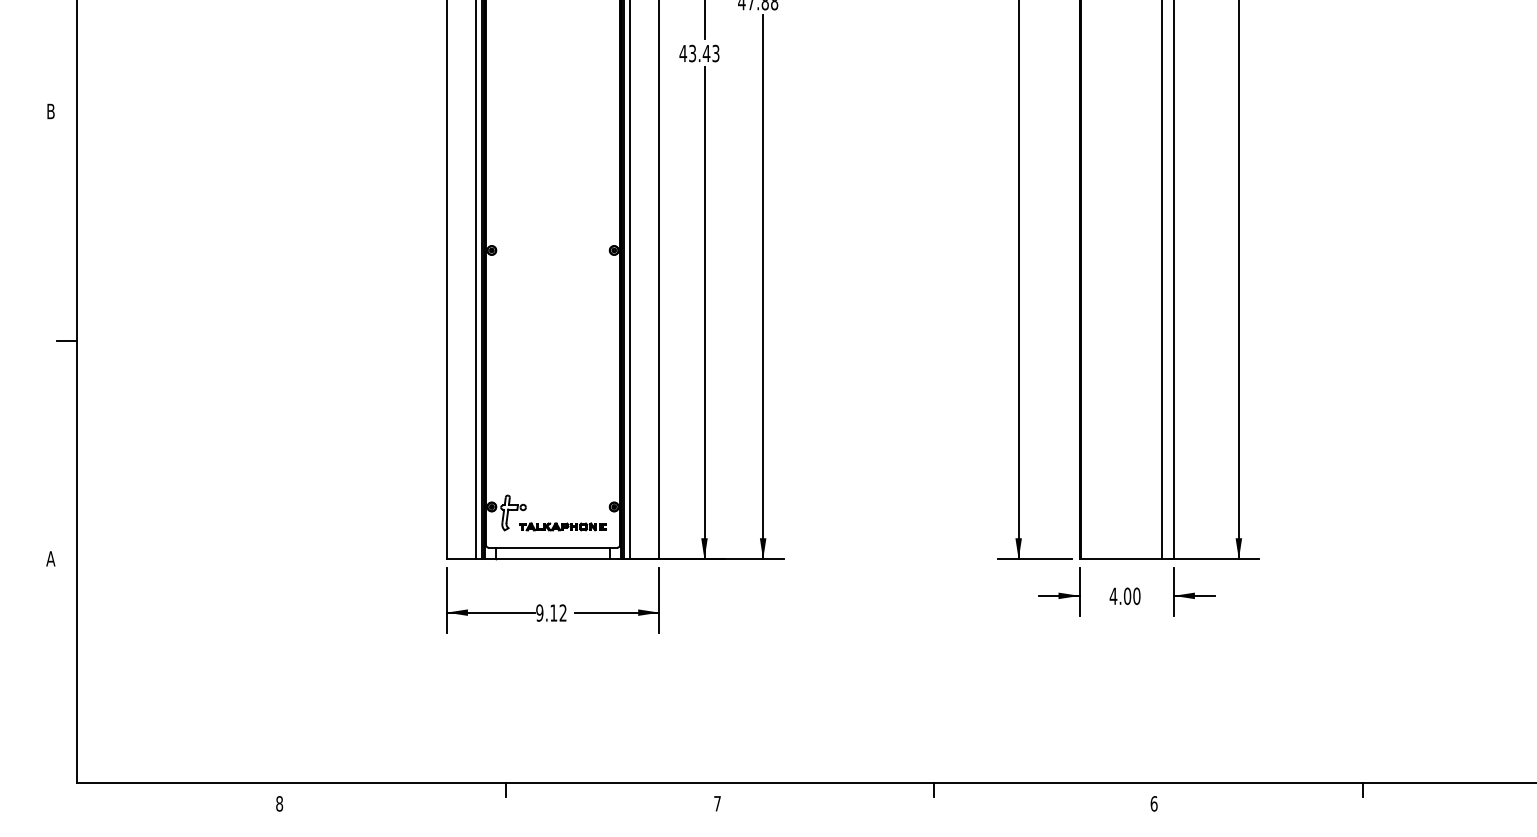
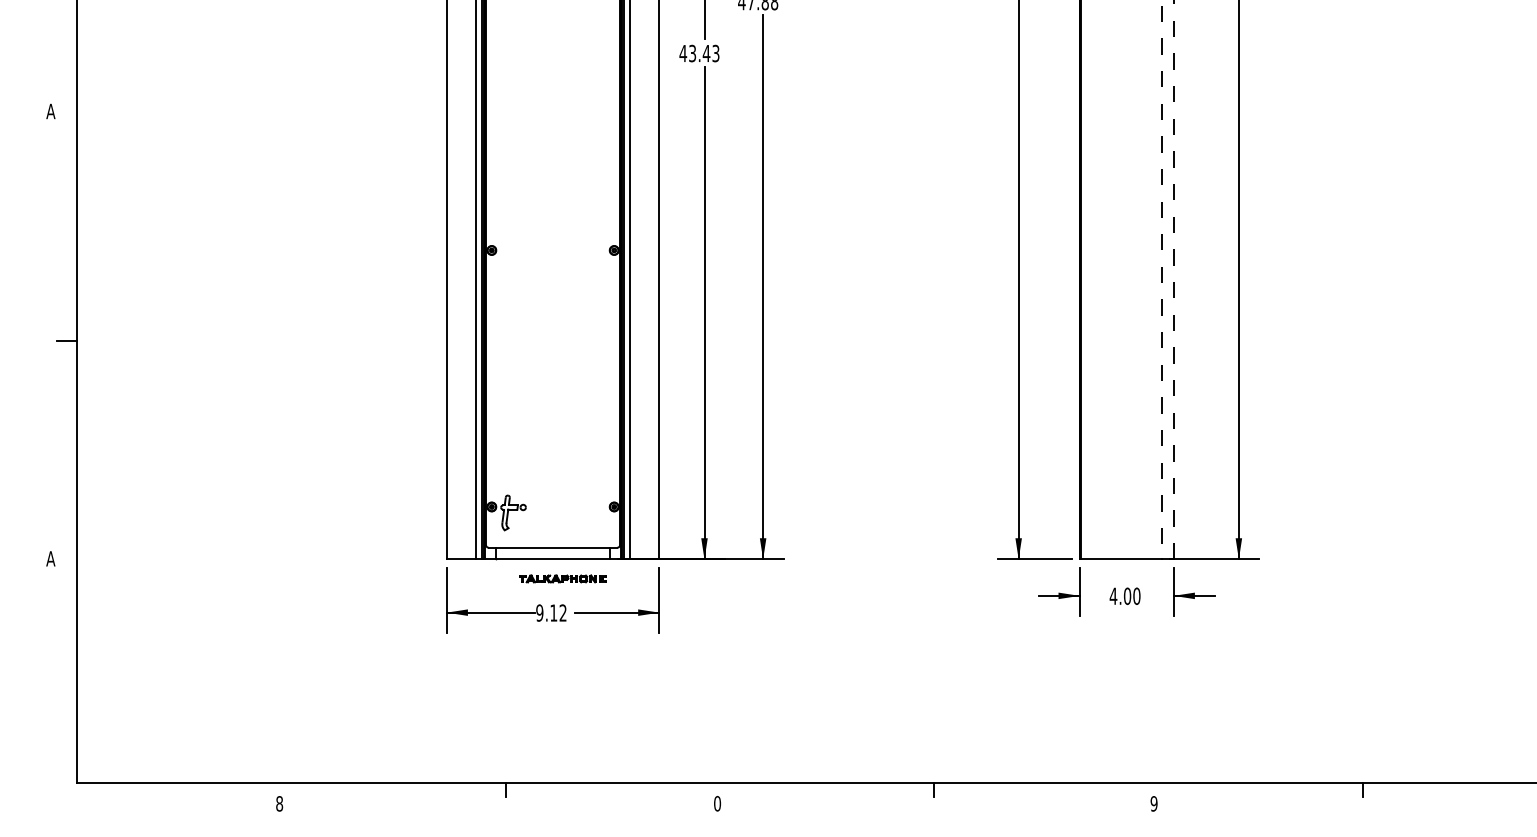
text at (50, 111): B -> A
line at (1173, 279): solid -> dashed
line at (1162, 280): solid -> dashed
part at (562, 526) position: (562, 526) -> (562, 578)
text at (717, 803): 7 -> 0
text at (1153, 803): 6 -> 9
